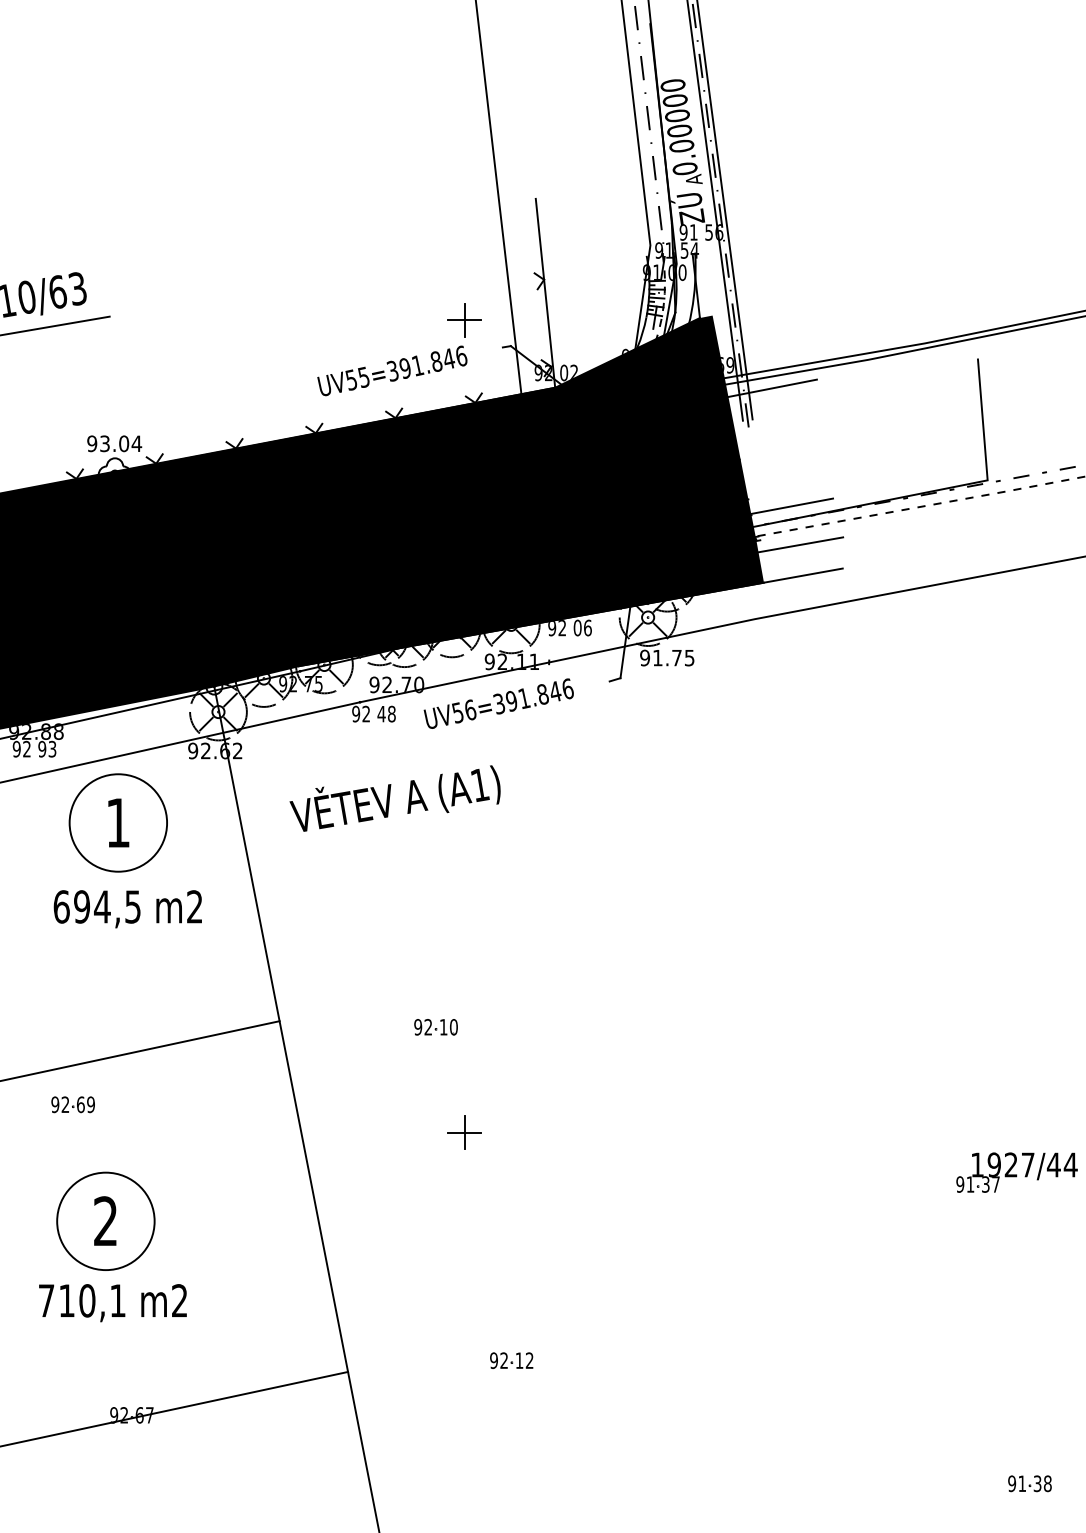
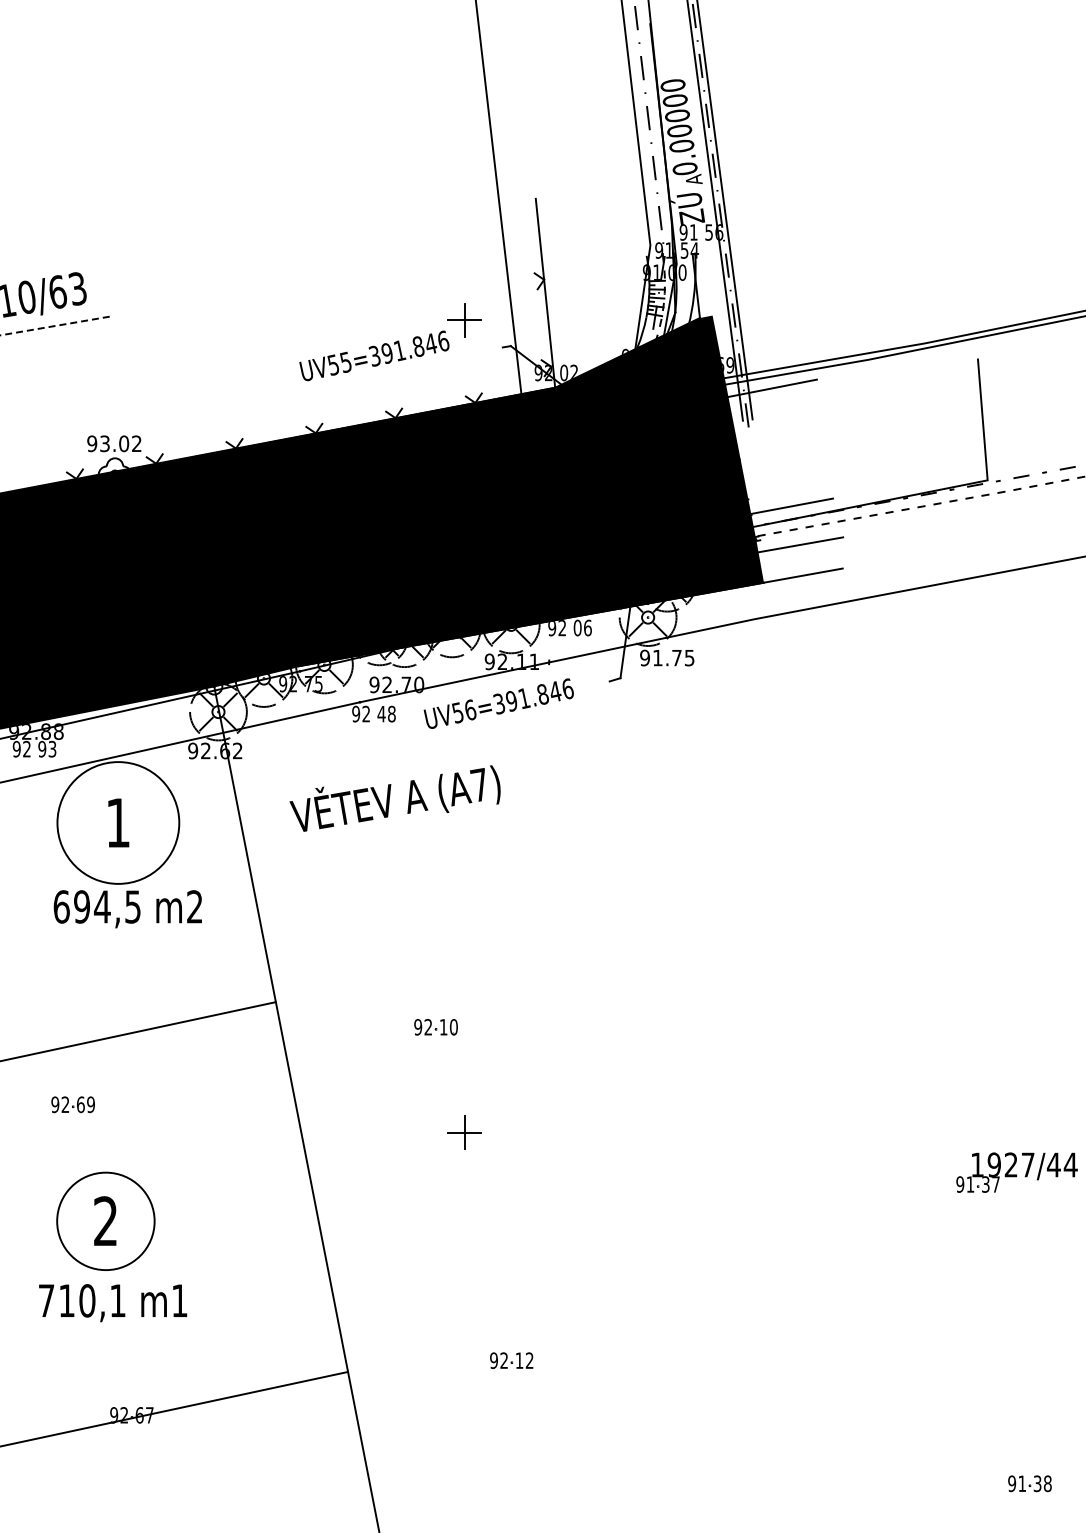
line at (54, 326): solid -> dashed
text at (392, 370) position: (392, 370) -> (374, 355)
text at (136, 443): 93.04 -> 93.02
text at (479, 784): (A1) -> (A7)
circle at (118, 822) diameter: 97 px -> 122 px
line at (140, 1050) position: (140, 1050) -> (138, 1031)
text at (179, 1300): m2 -> m1
